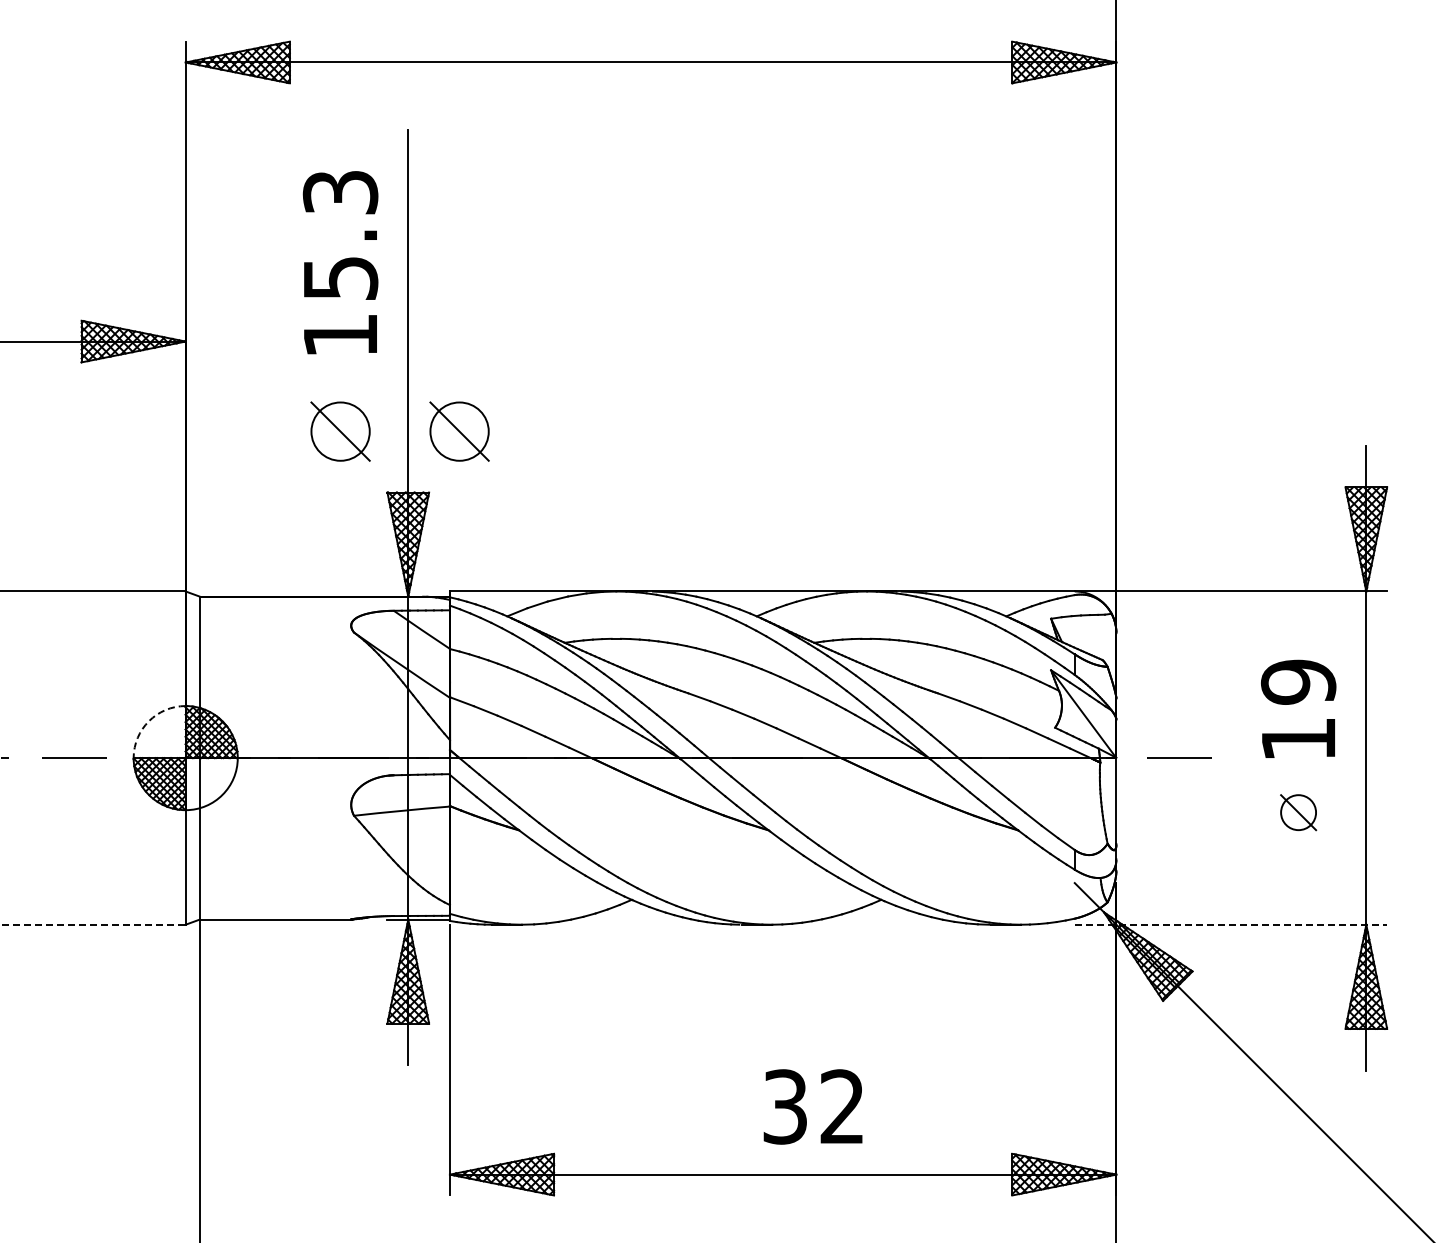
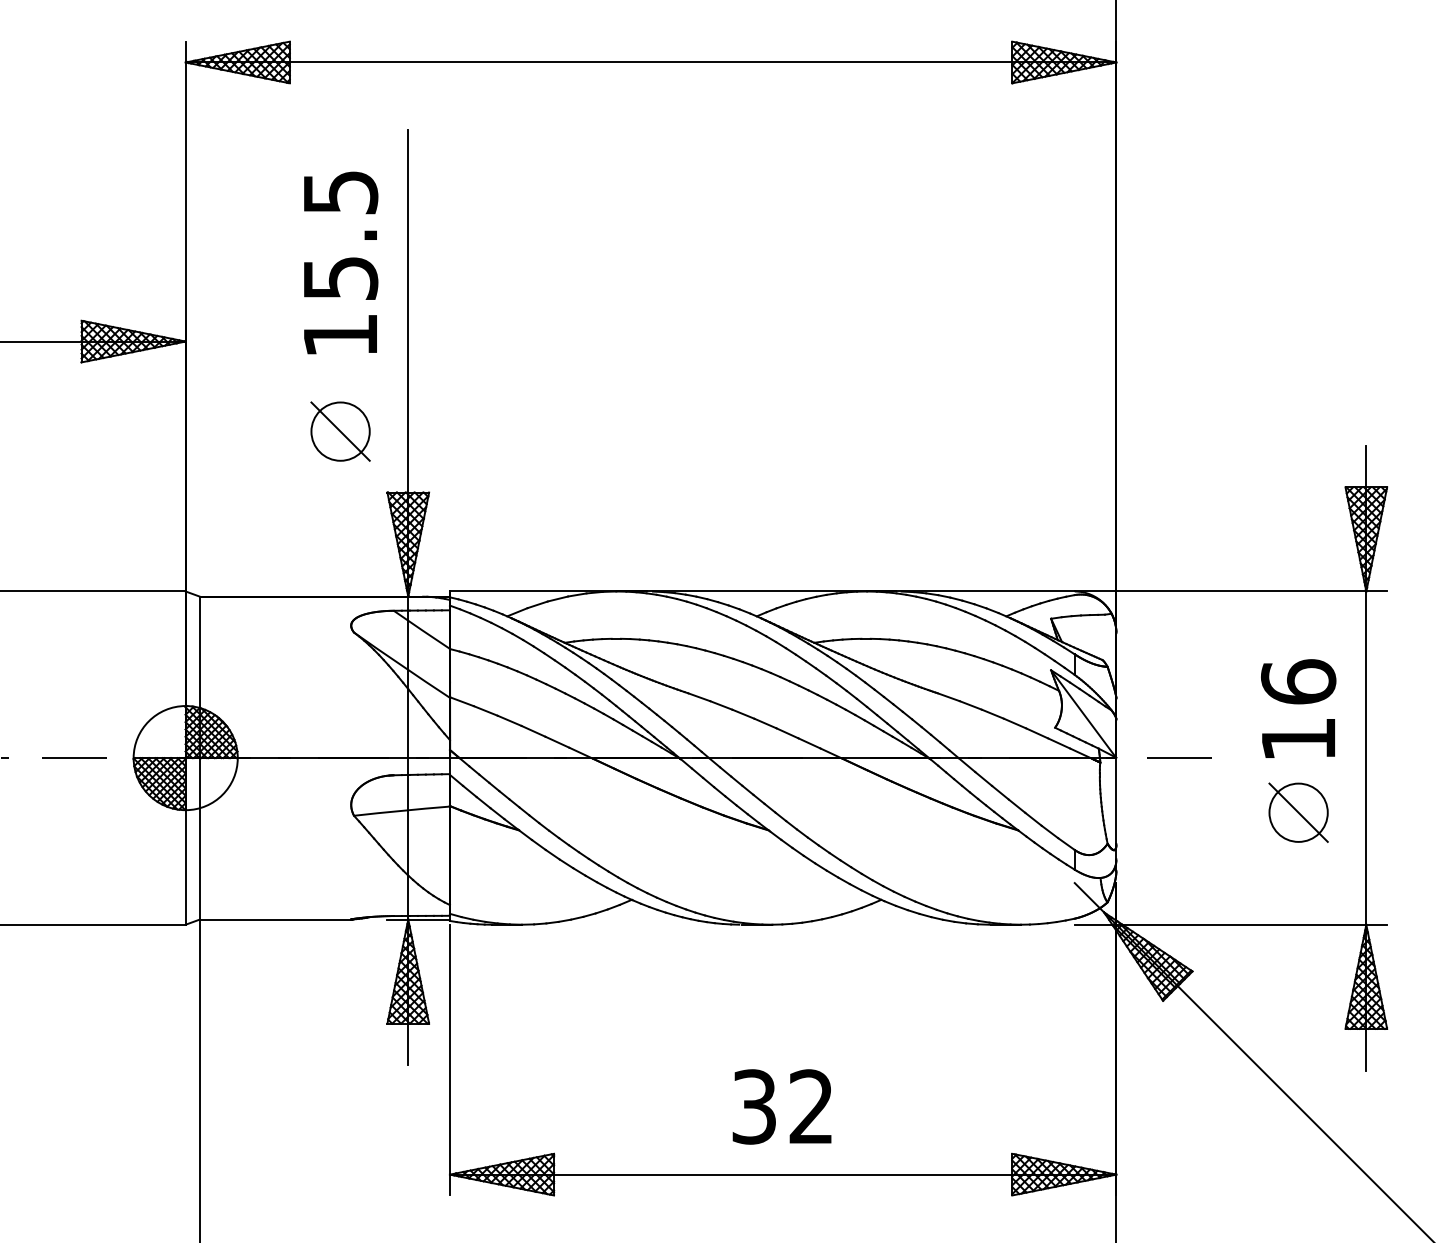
text at (339, 192): 15.3 -> 15.5
part at (459, 431): present -> none
text at (1298, 681): 19 -> 16
arc at (148, 721): dashed -> solid
part at (1298, 812) size: 38x38 px -> 61x61 px
line at (93, 924): dashed -> solid
line at (1231, 924): dashed -> solid
text at (812, 1106) position: (812, 1106) -> (781, 1106)
